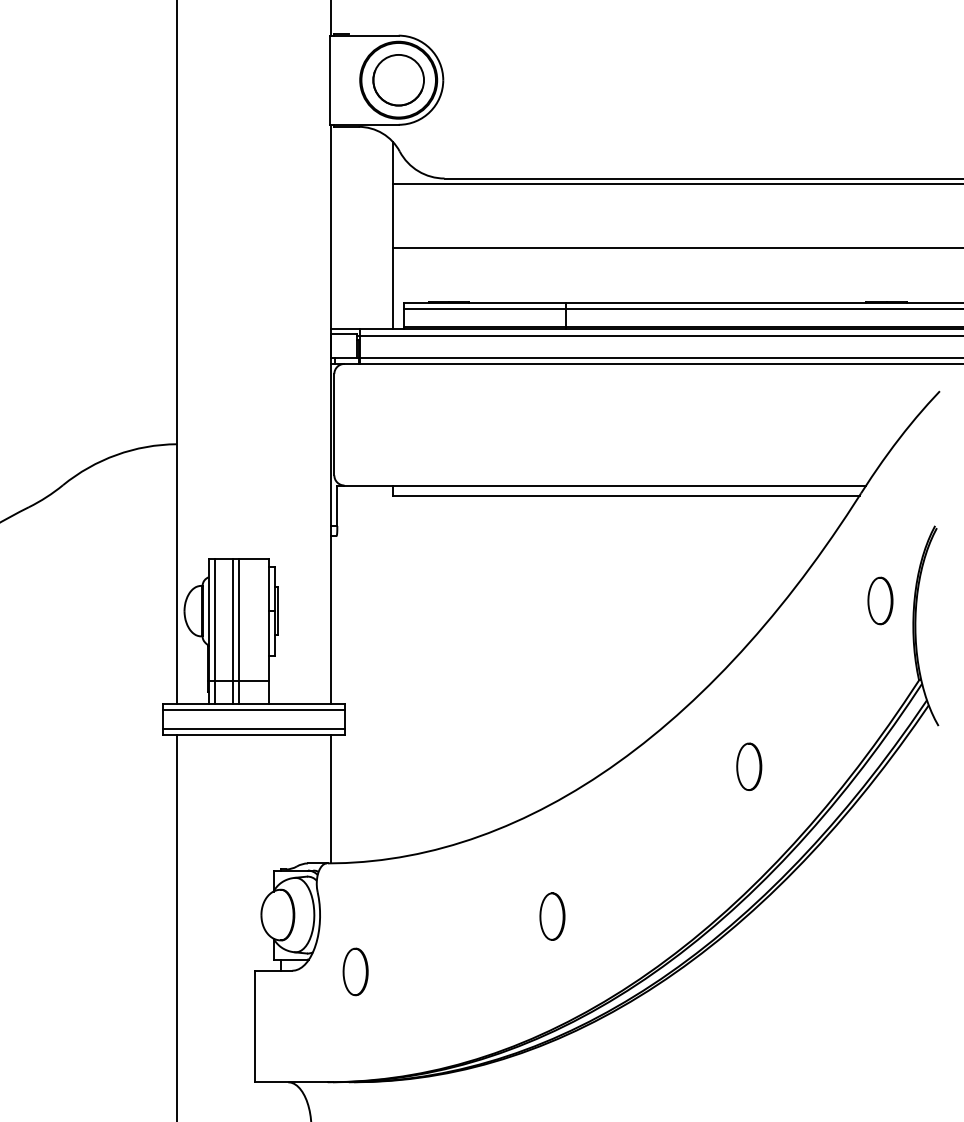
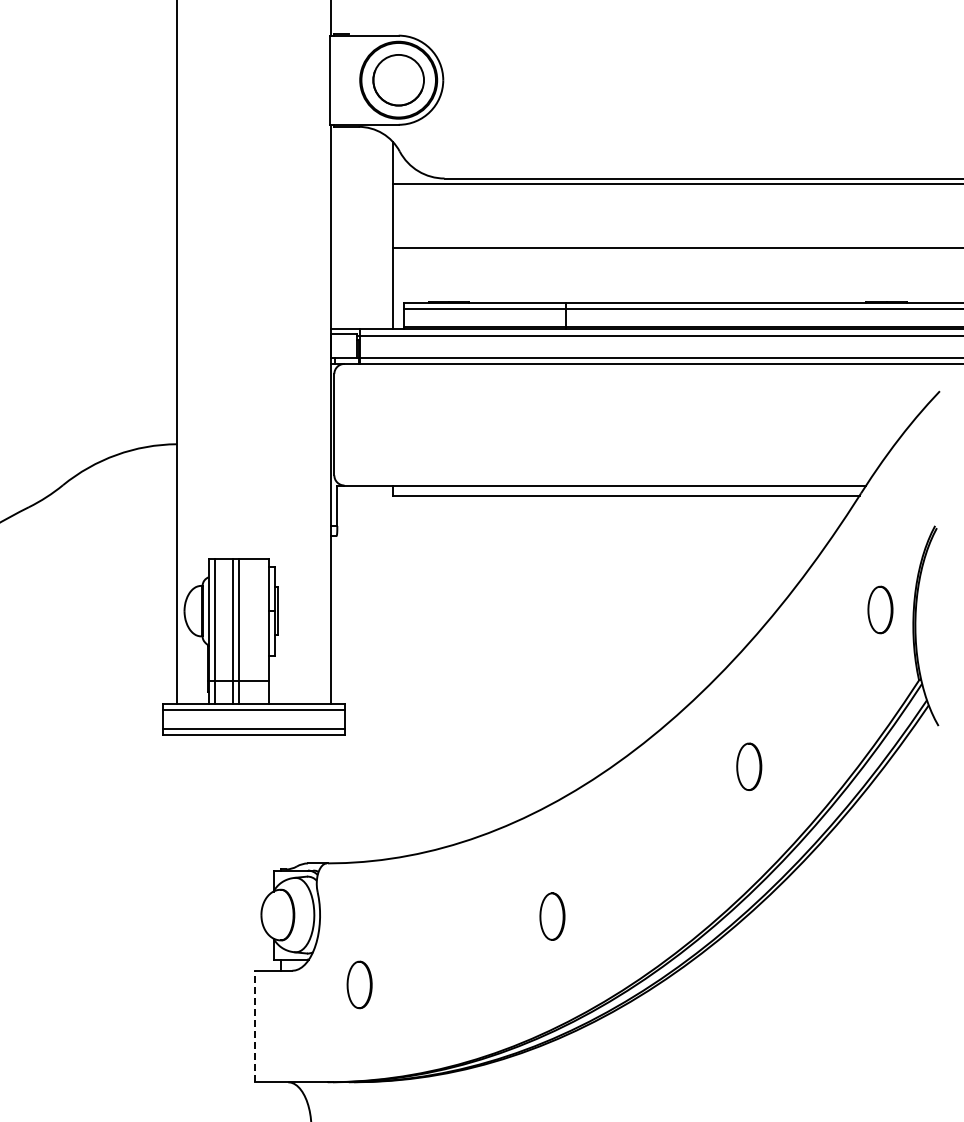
part at (880, 600) position: (880, 600) -> (880, 609)
line at (331, 798): present -> none
line at (177, 926): present -> none
part at (355, 971) position: (355, 971) -> (359, 984)
line at (254, 1026): solid -> dashed
